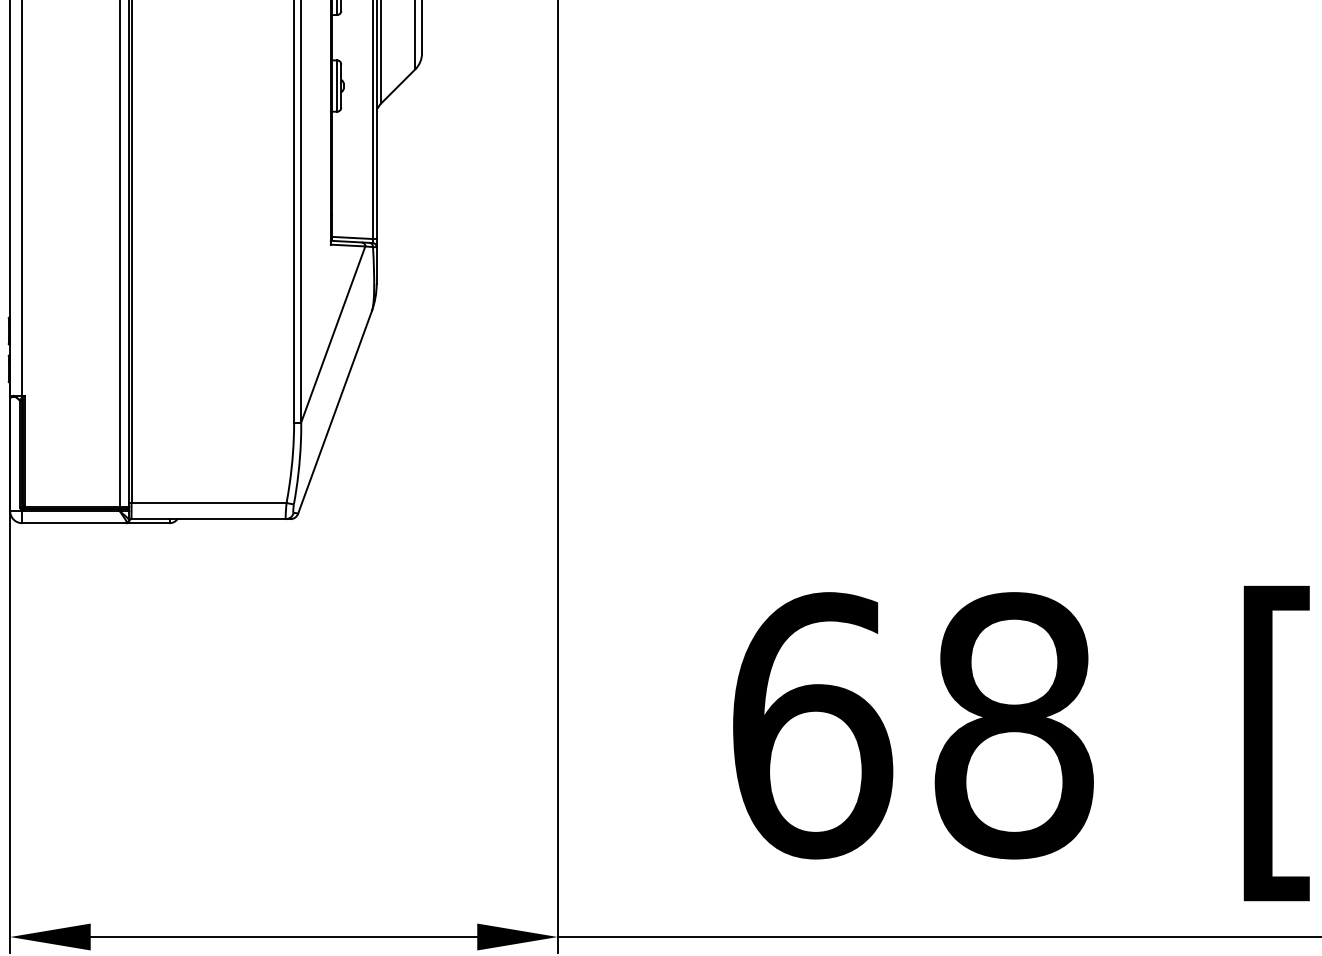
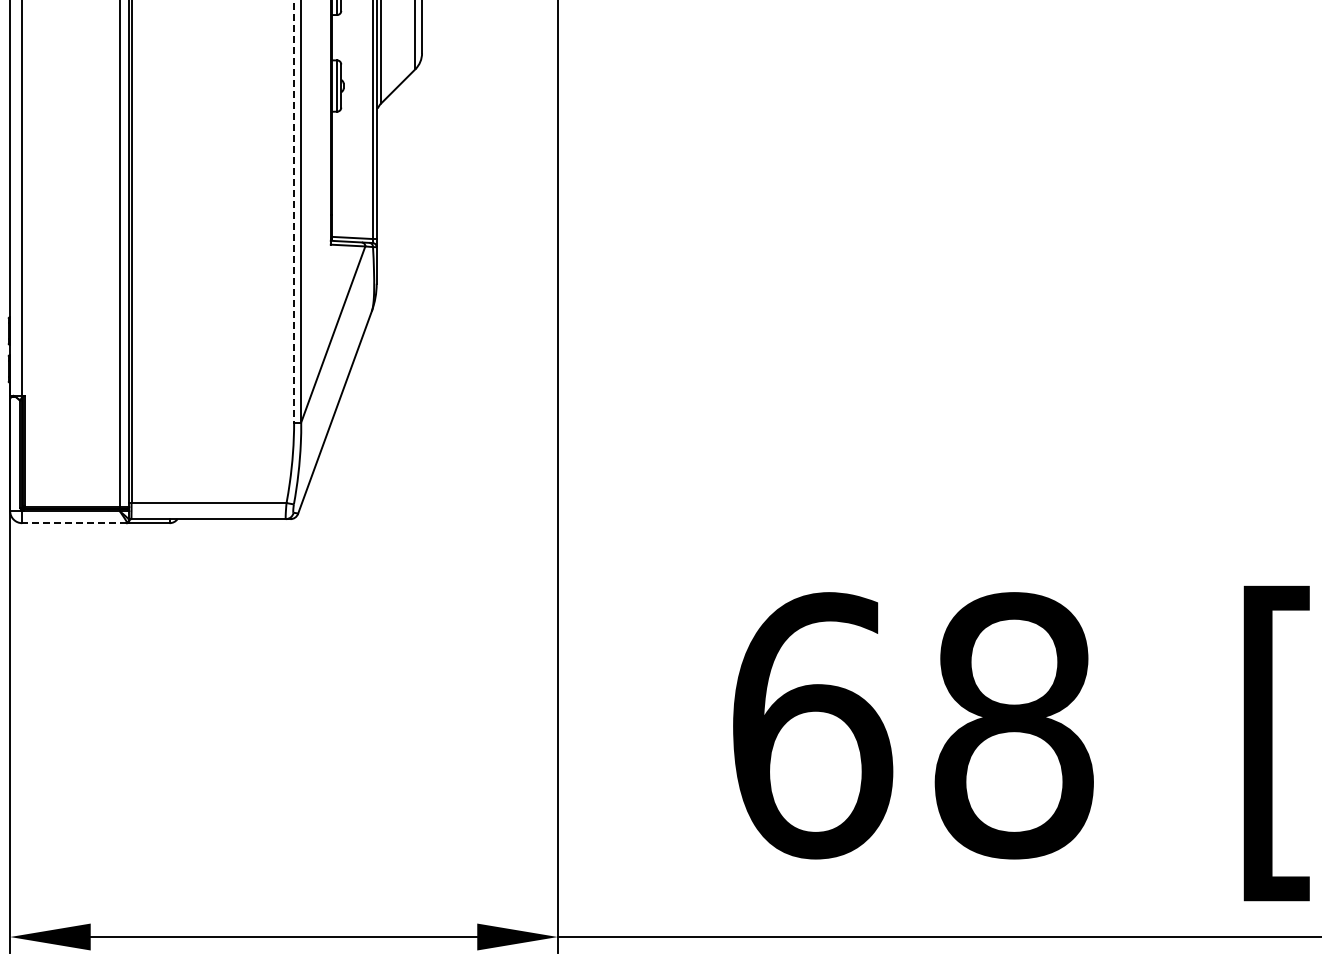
line at (294, 211): solid -> dashed
line at (74, 523): solid -> dashed
